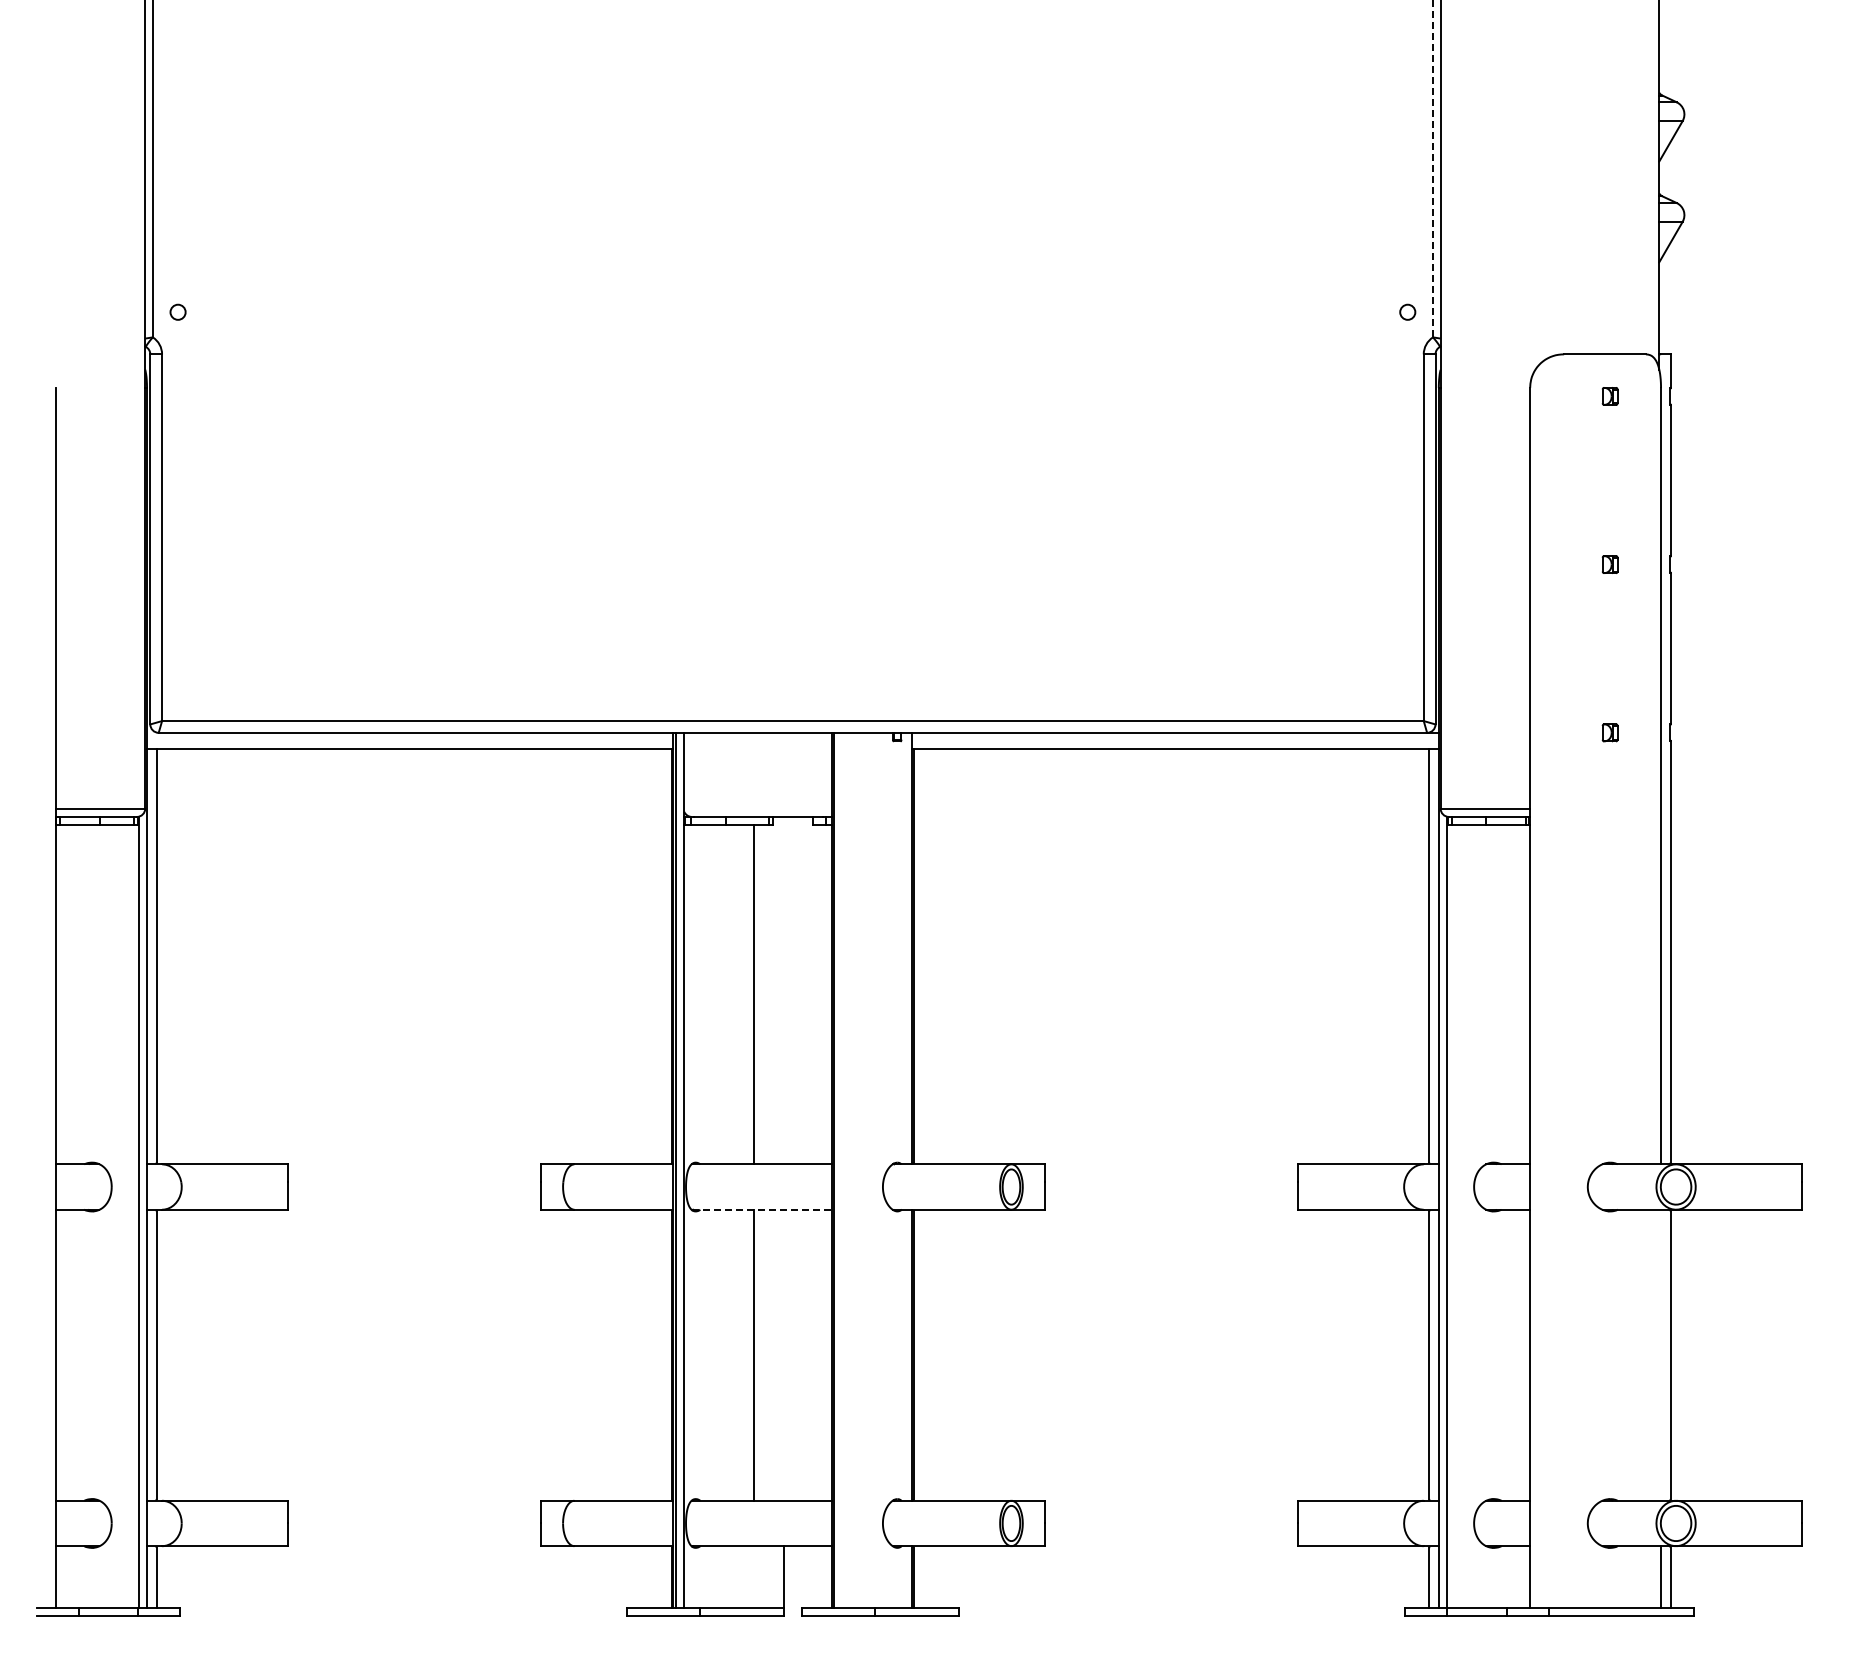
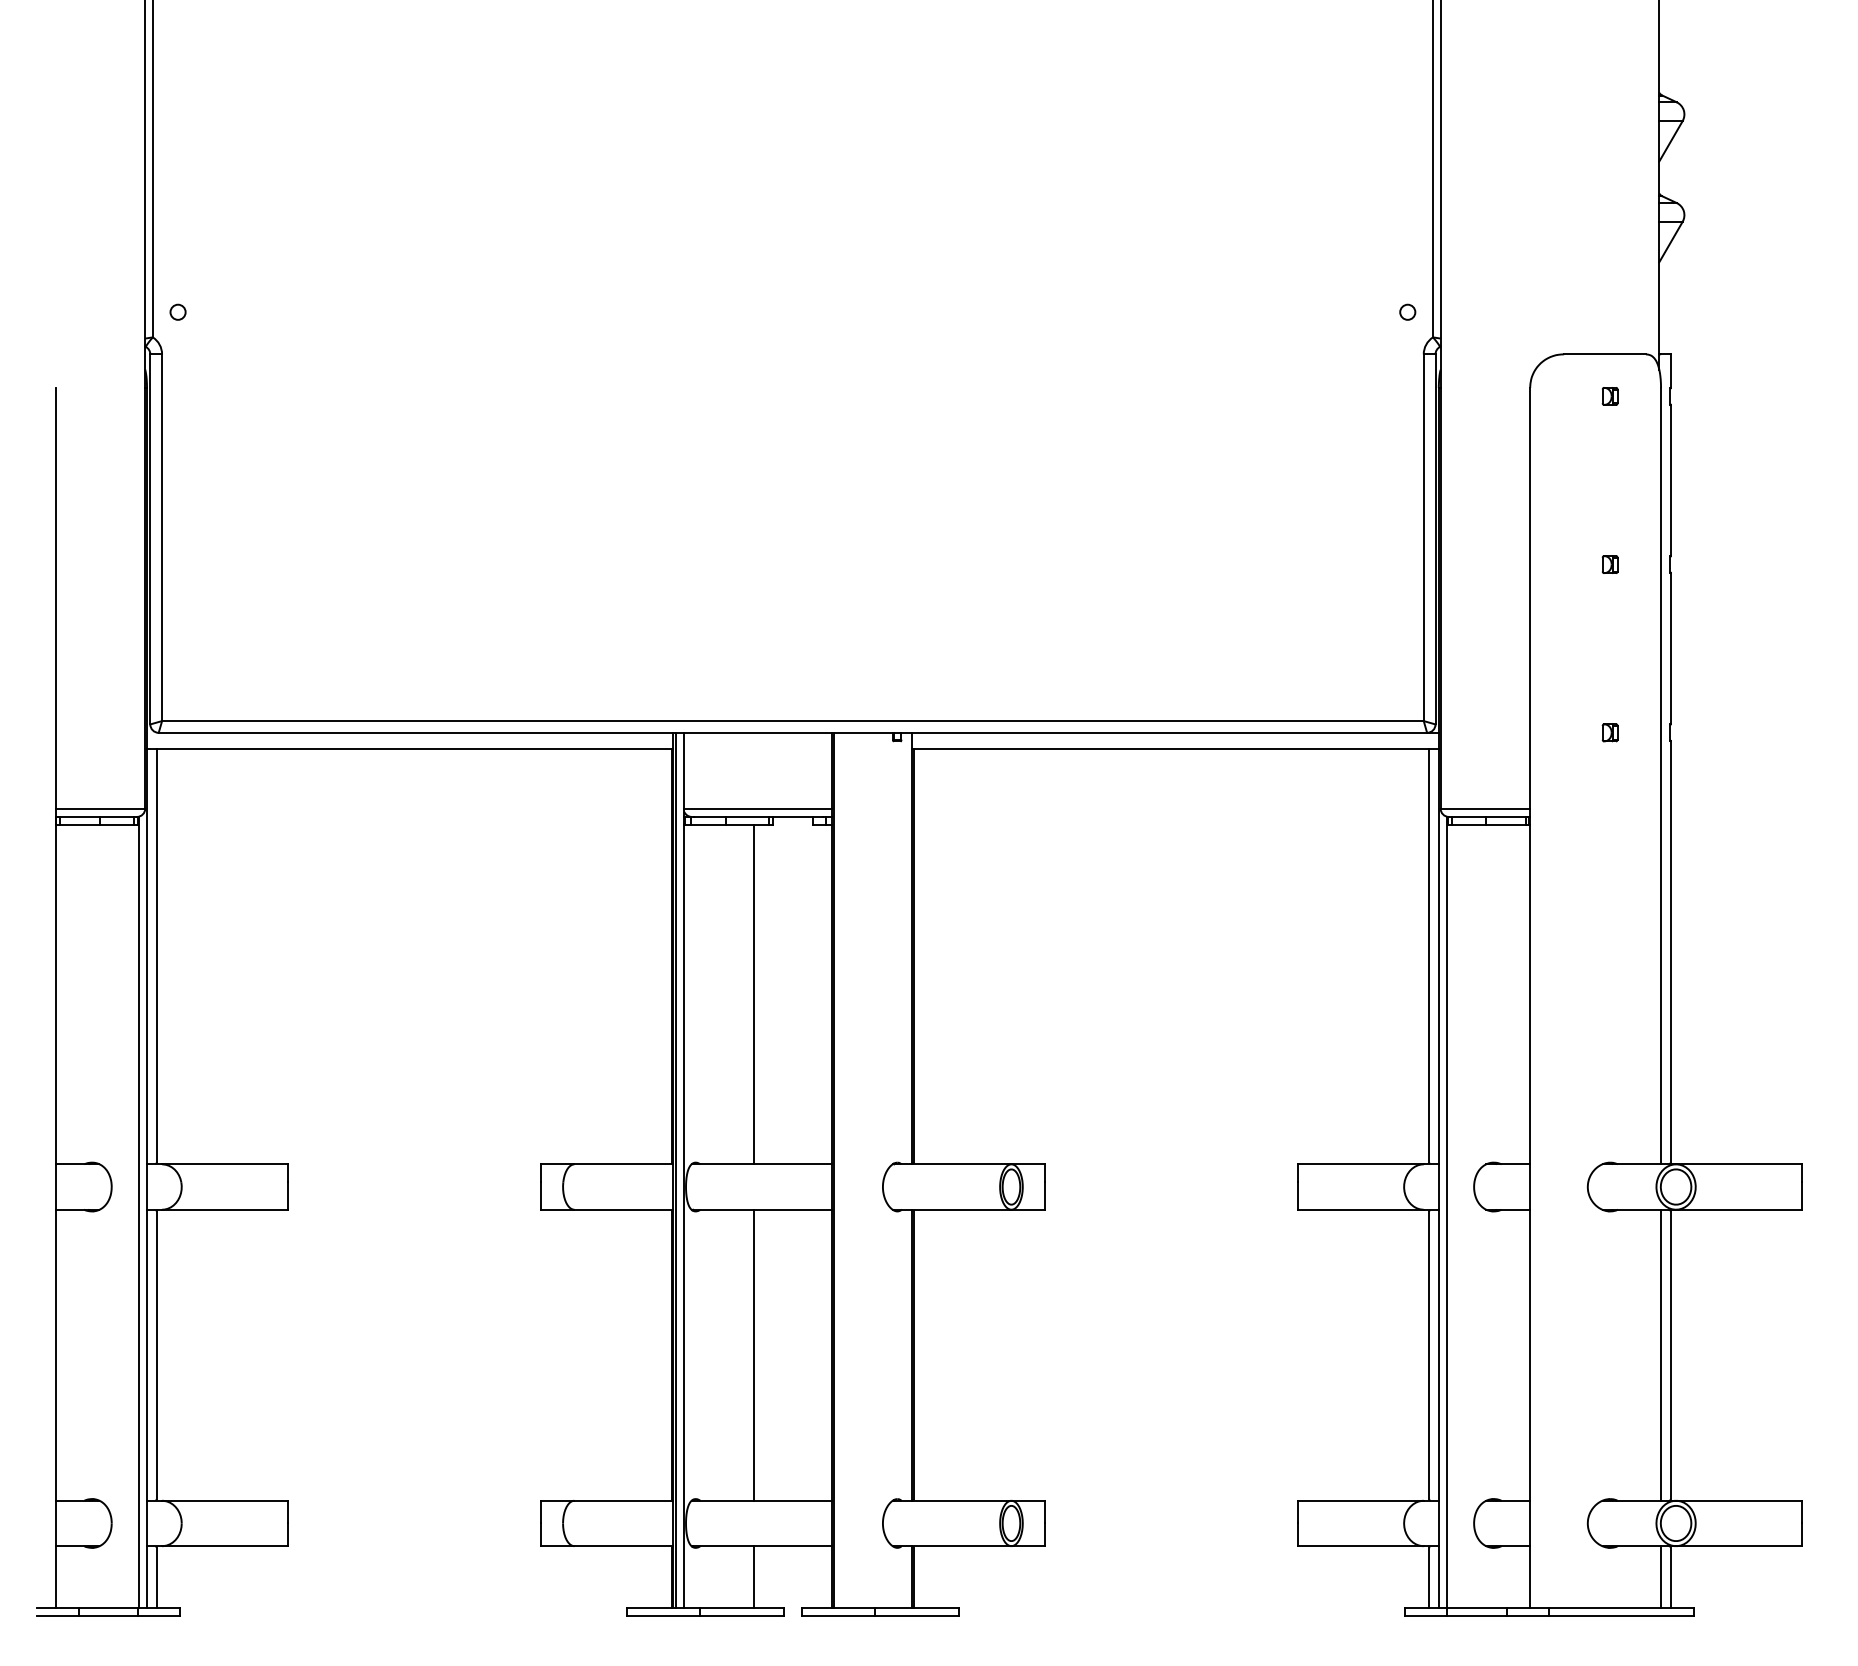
line at (1433, 168): dashed -> solid
line at (757, 808): none -> present
line at (762, 1209): dashed -> solid
line at (1661, 1354): none -> present
line at (784, 1576) position: (784, 1576) -> (754, 1576)
